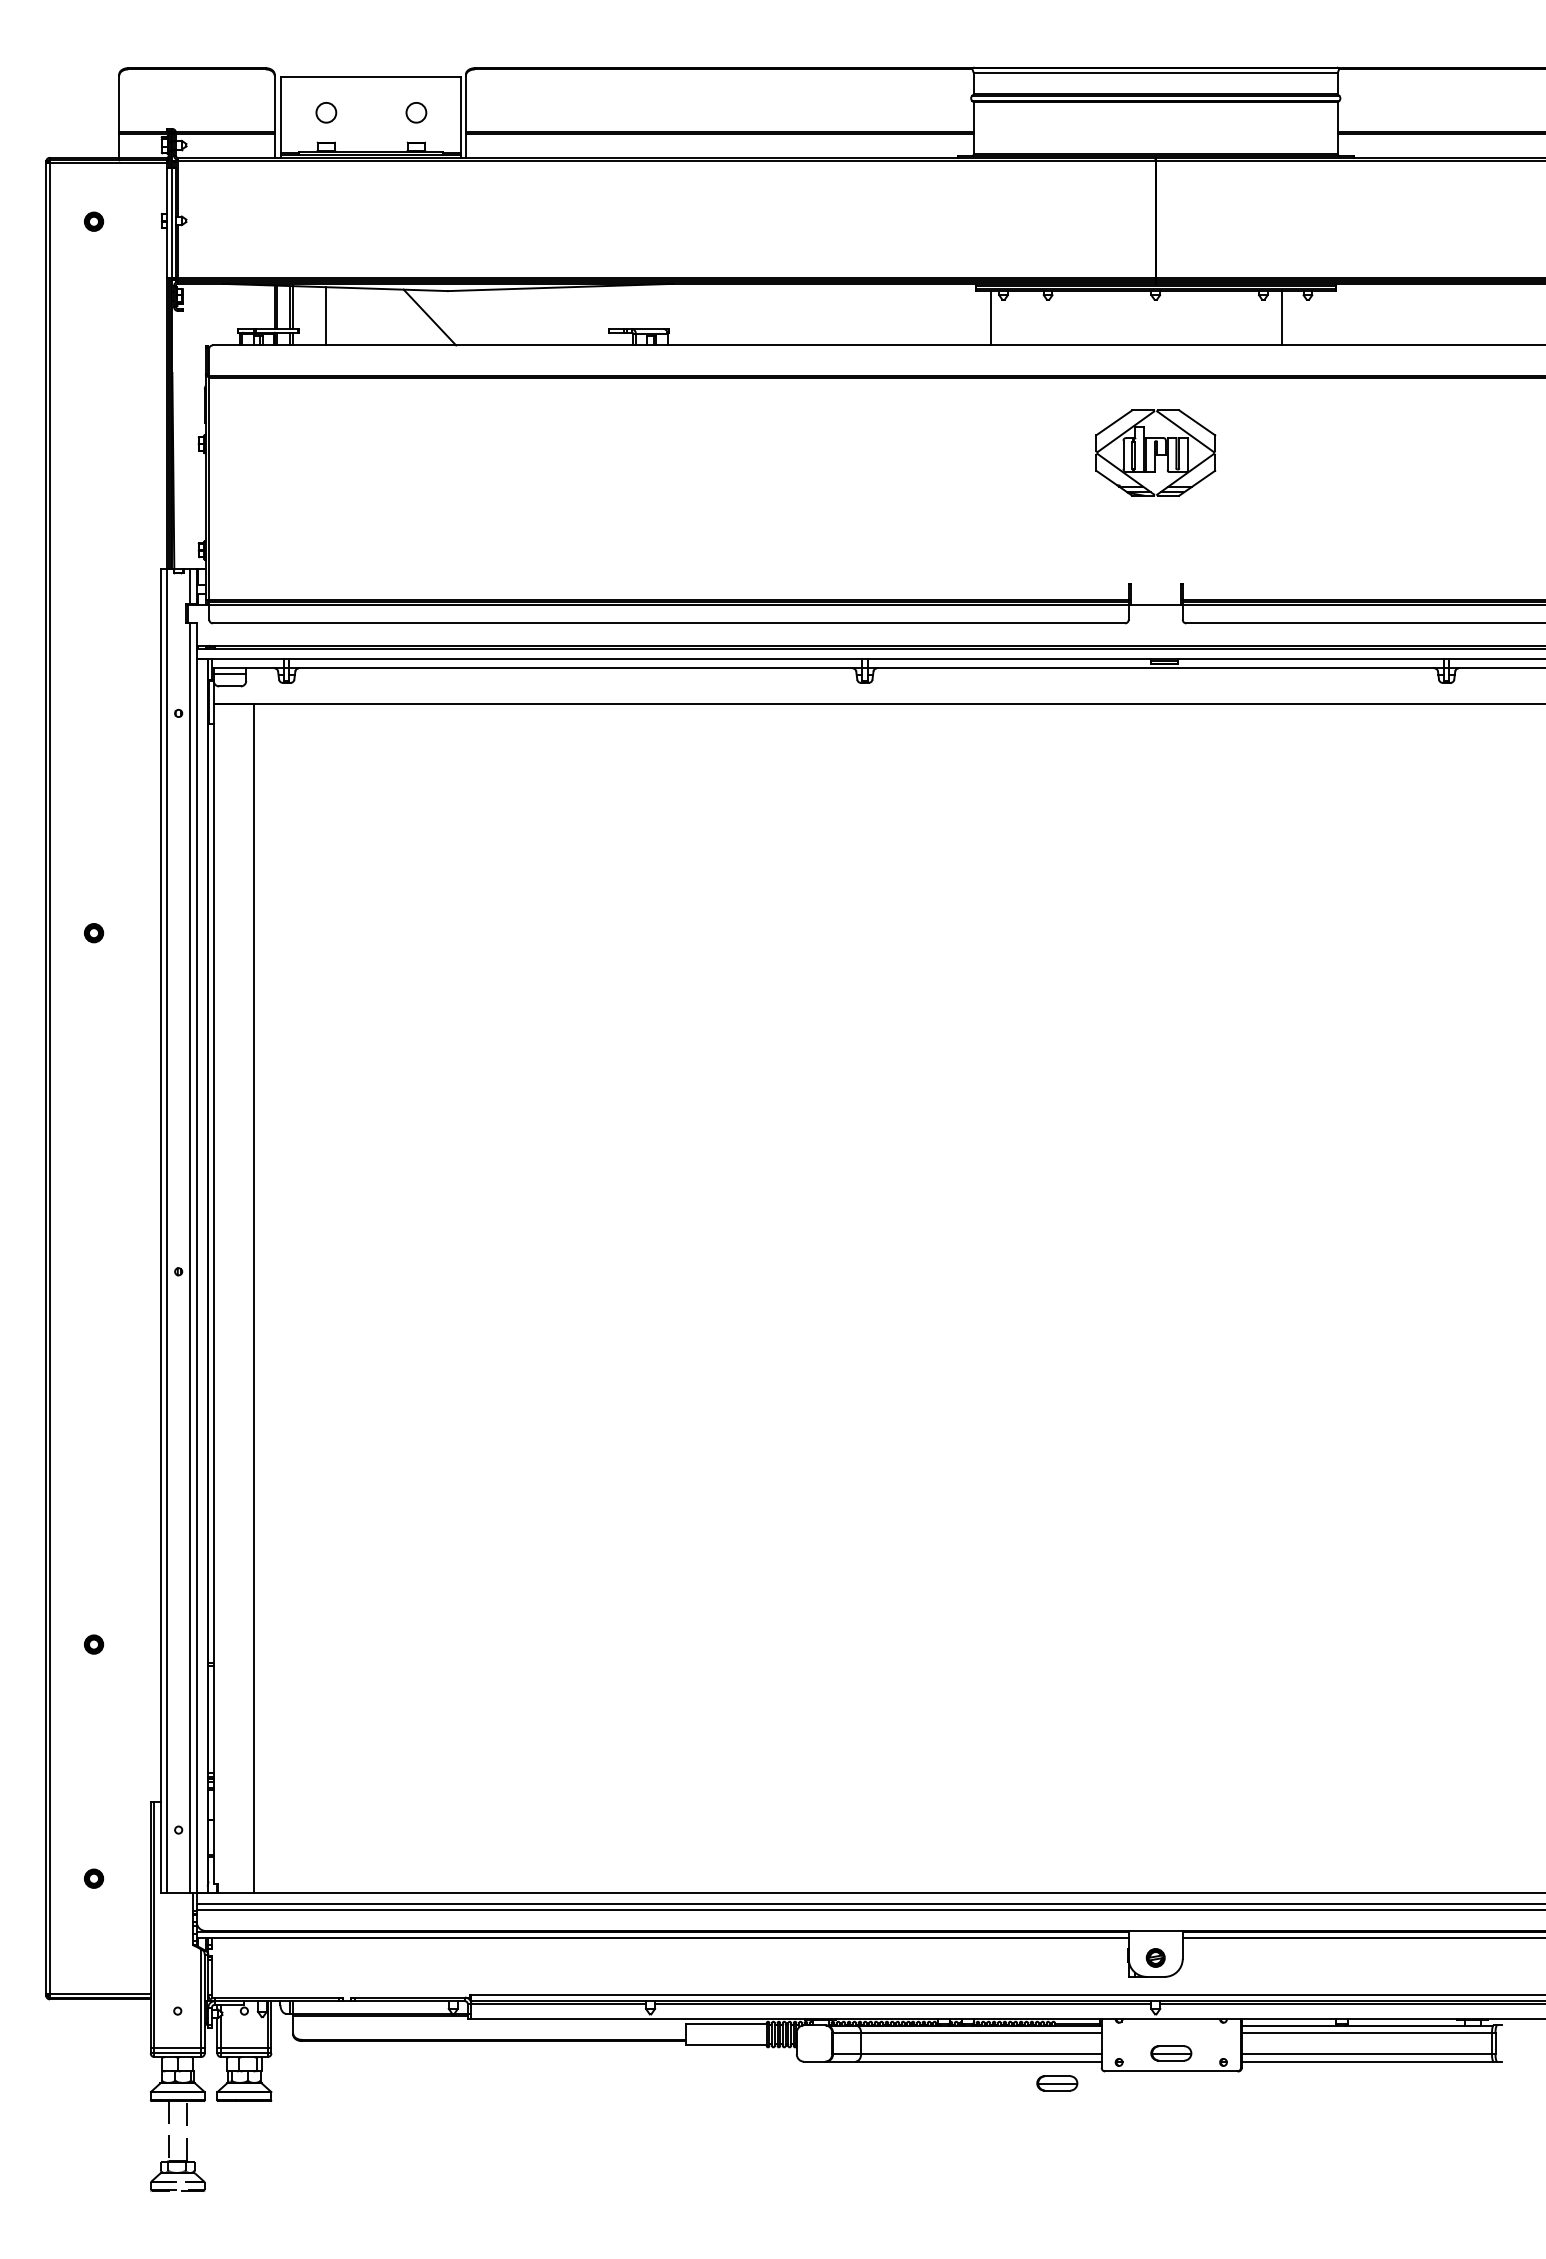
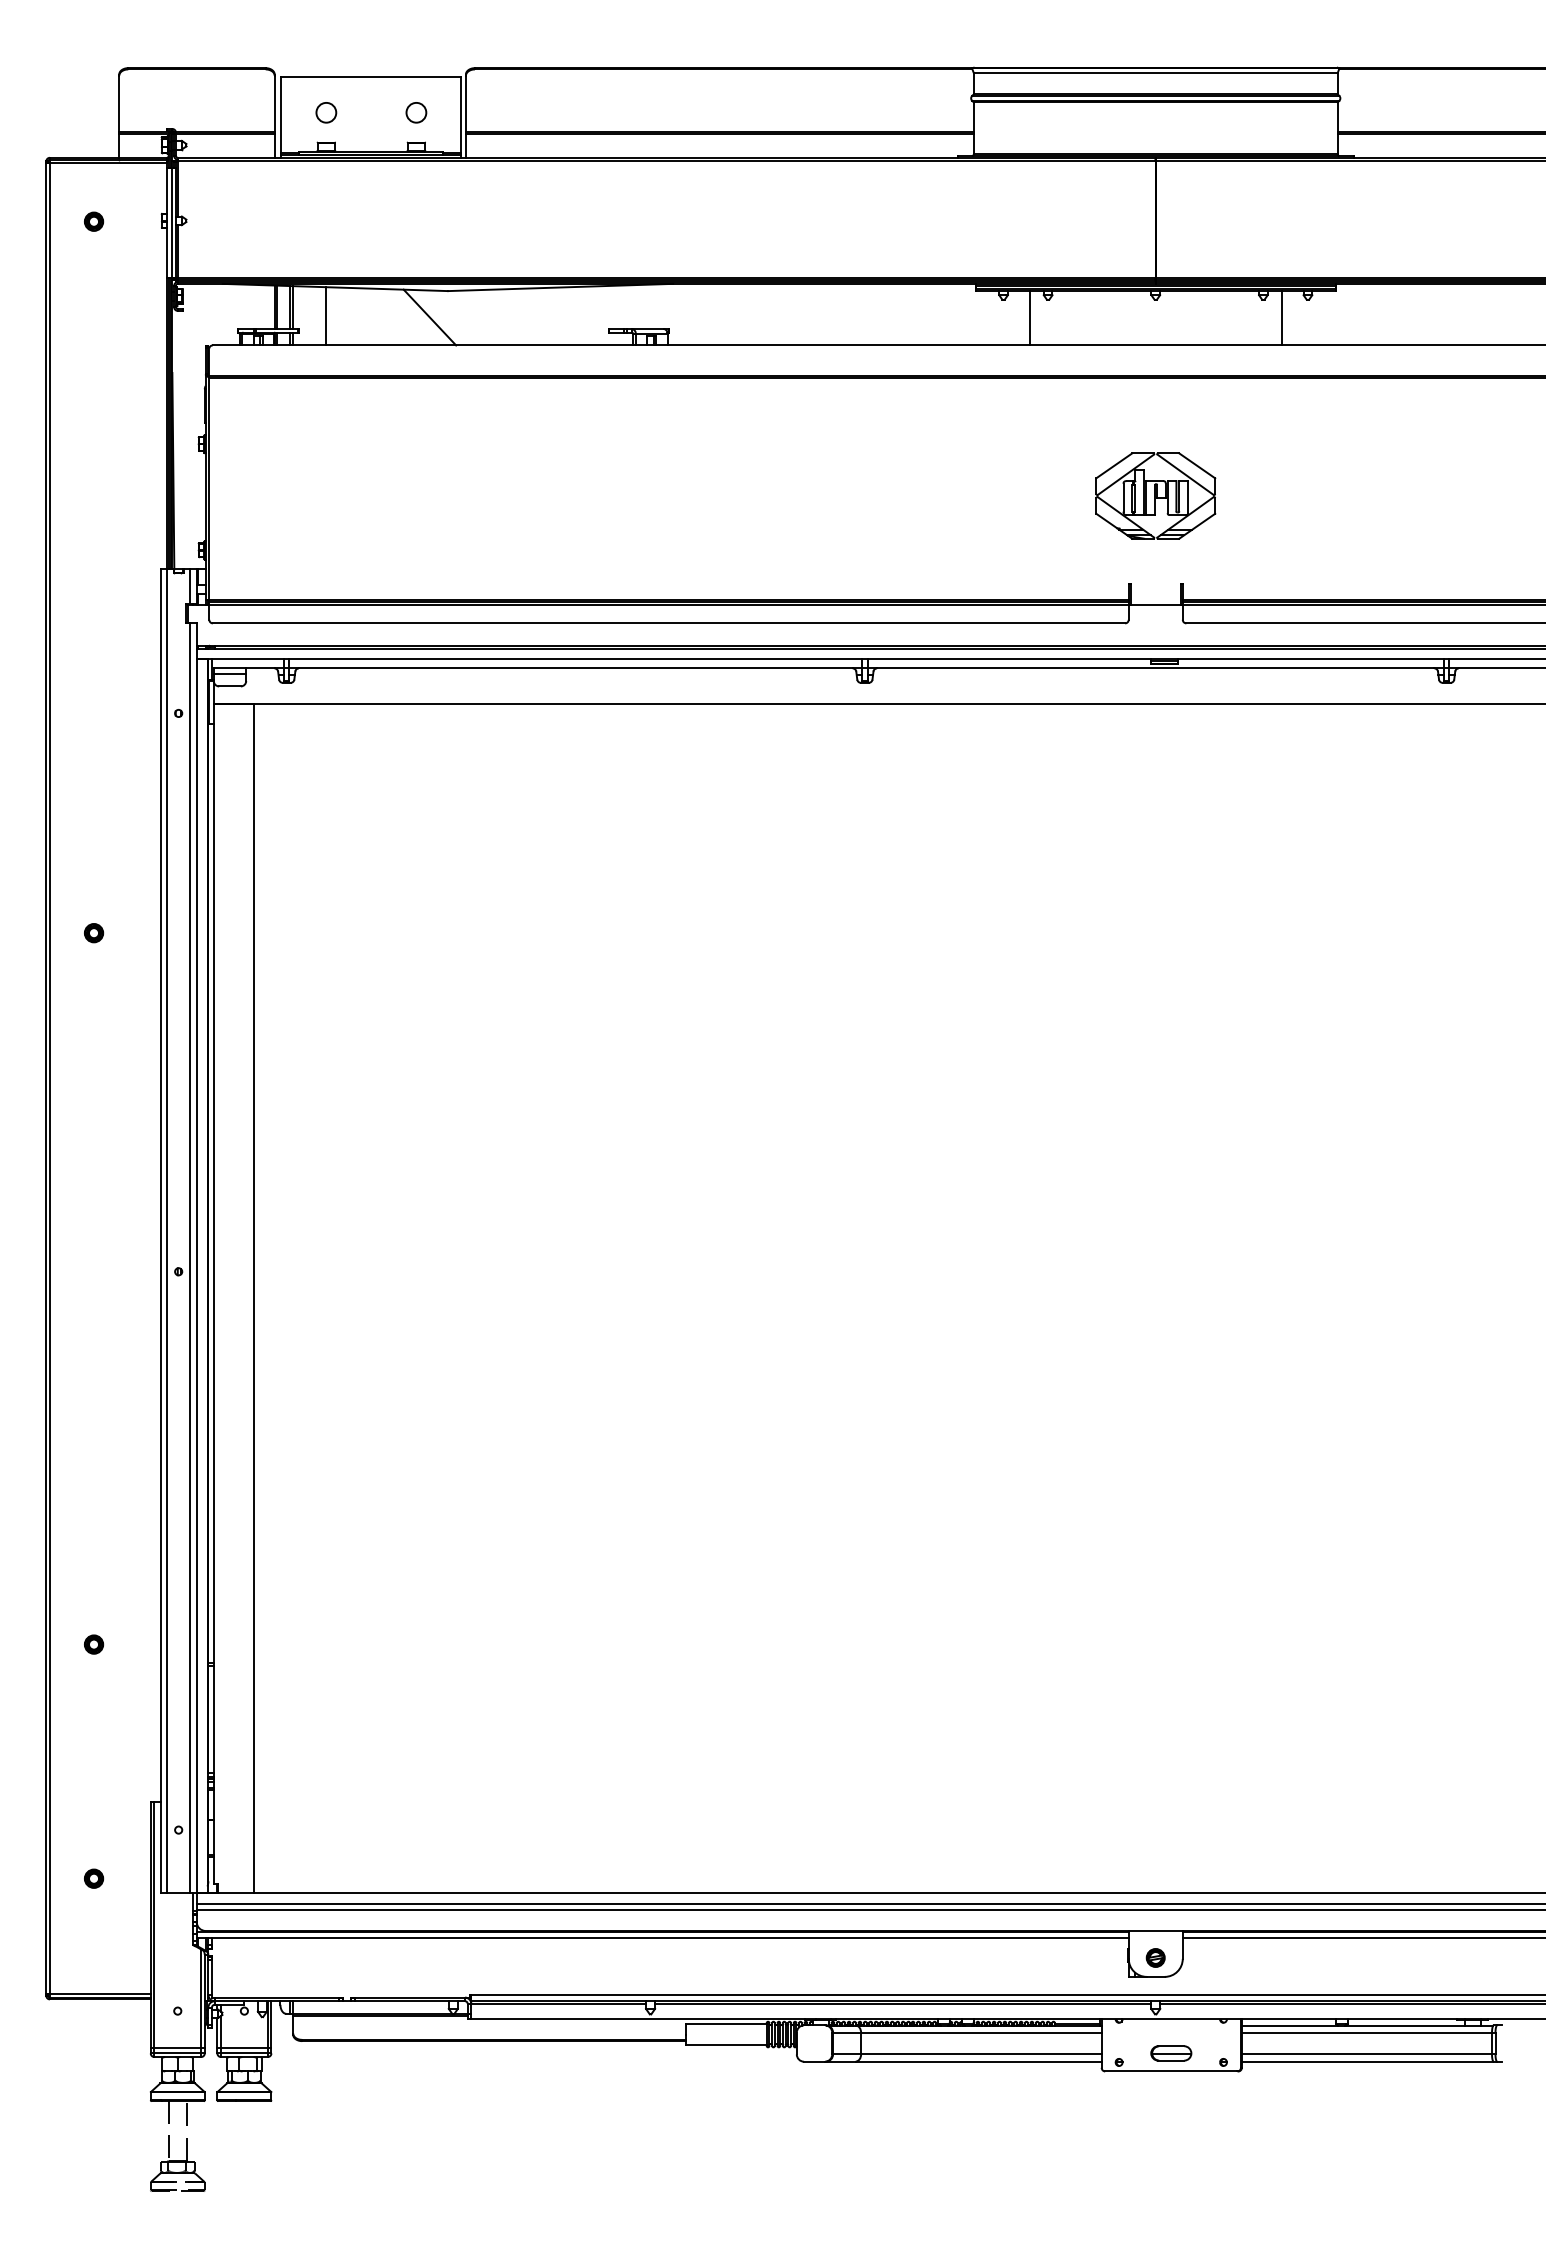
line at (990, 318) position: (990, 318) -> (1029, 318)
part at (1155, 452) position: (1155, 452) -> (1155, 495)
part at (1057, 2083): present -> none
